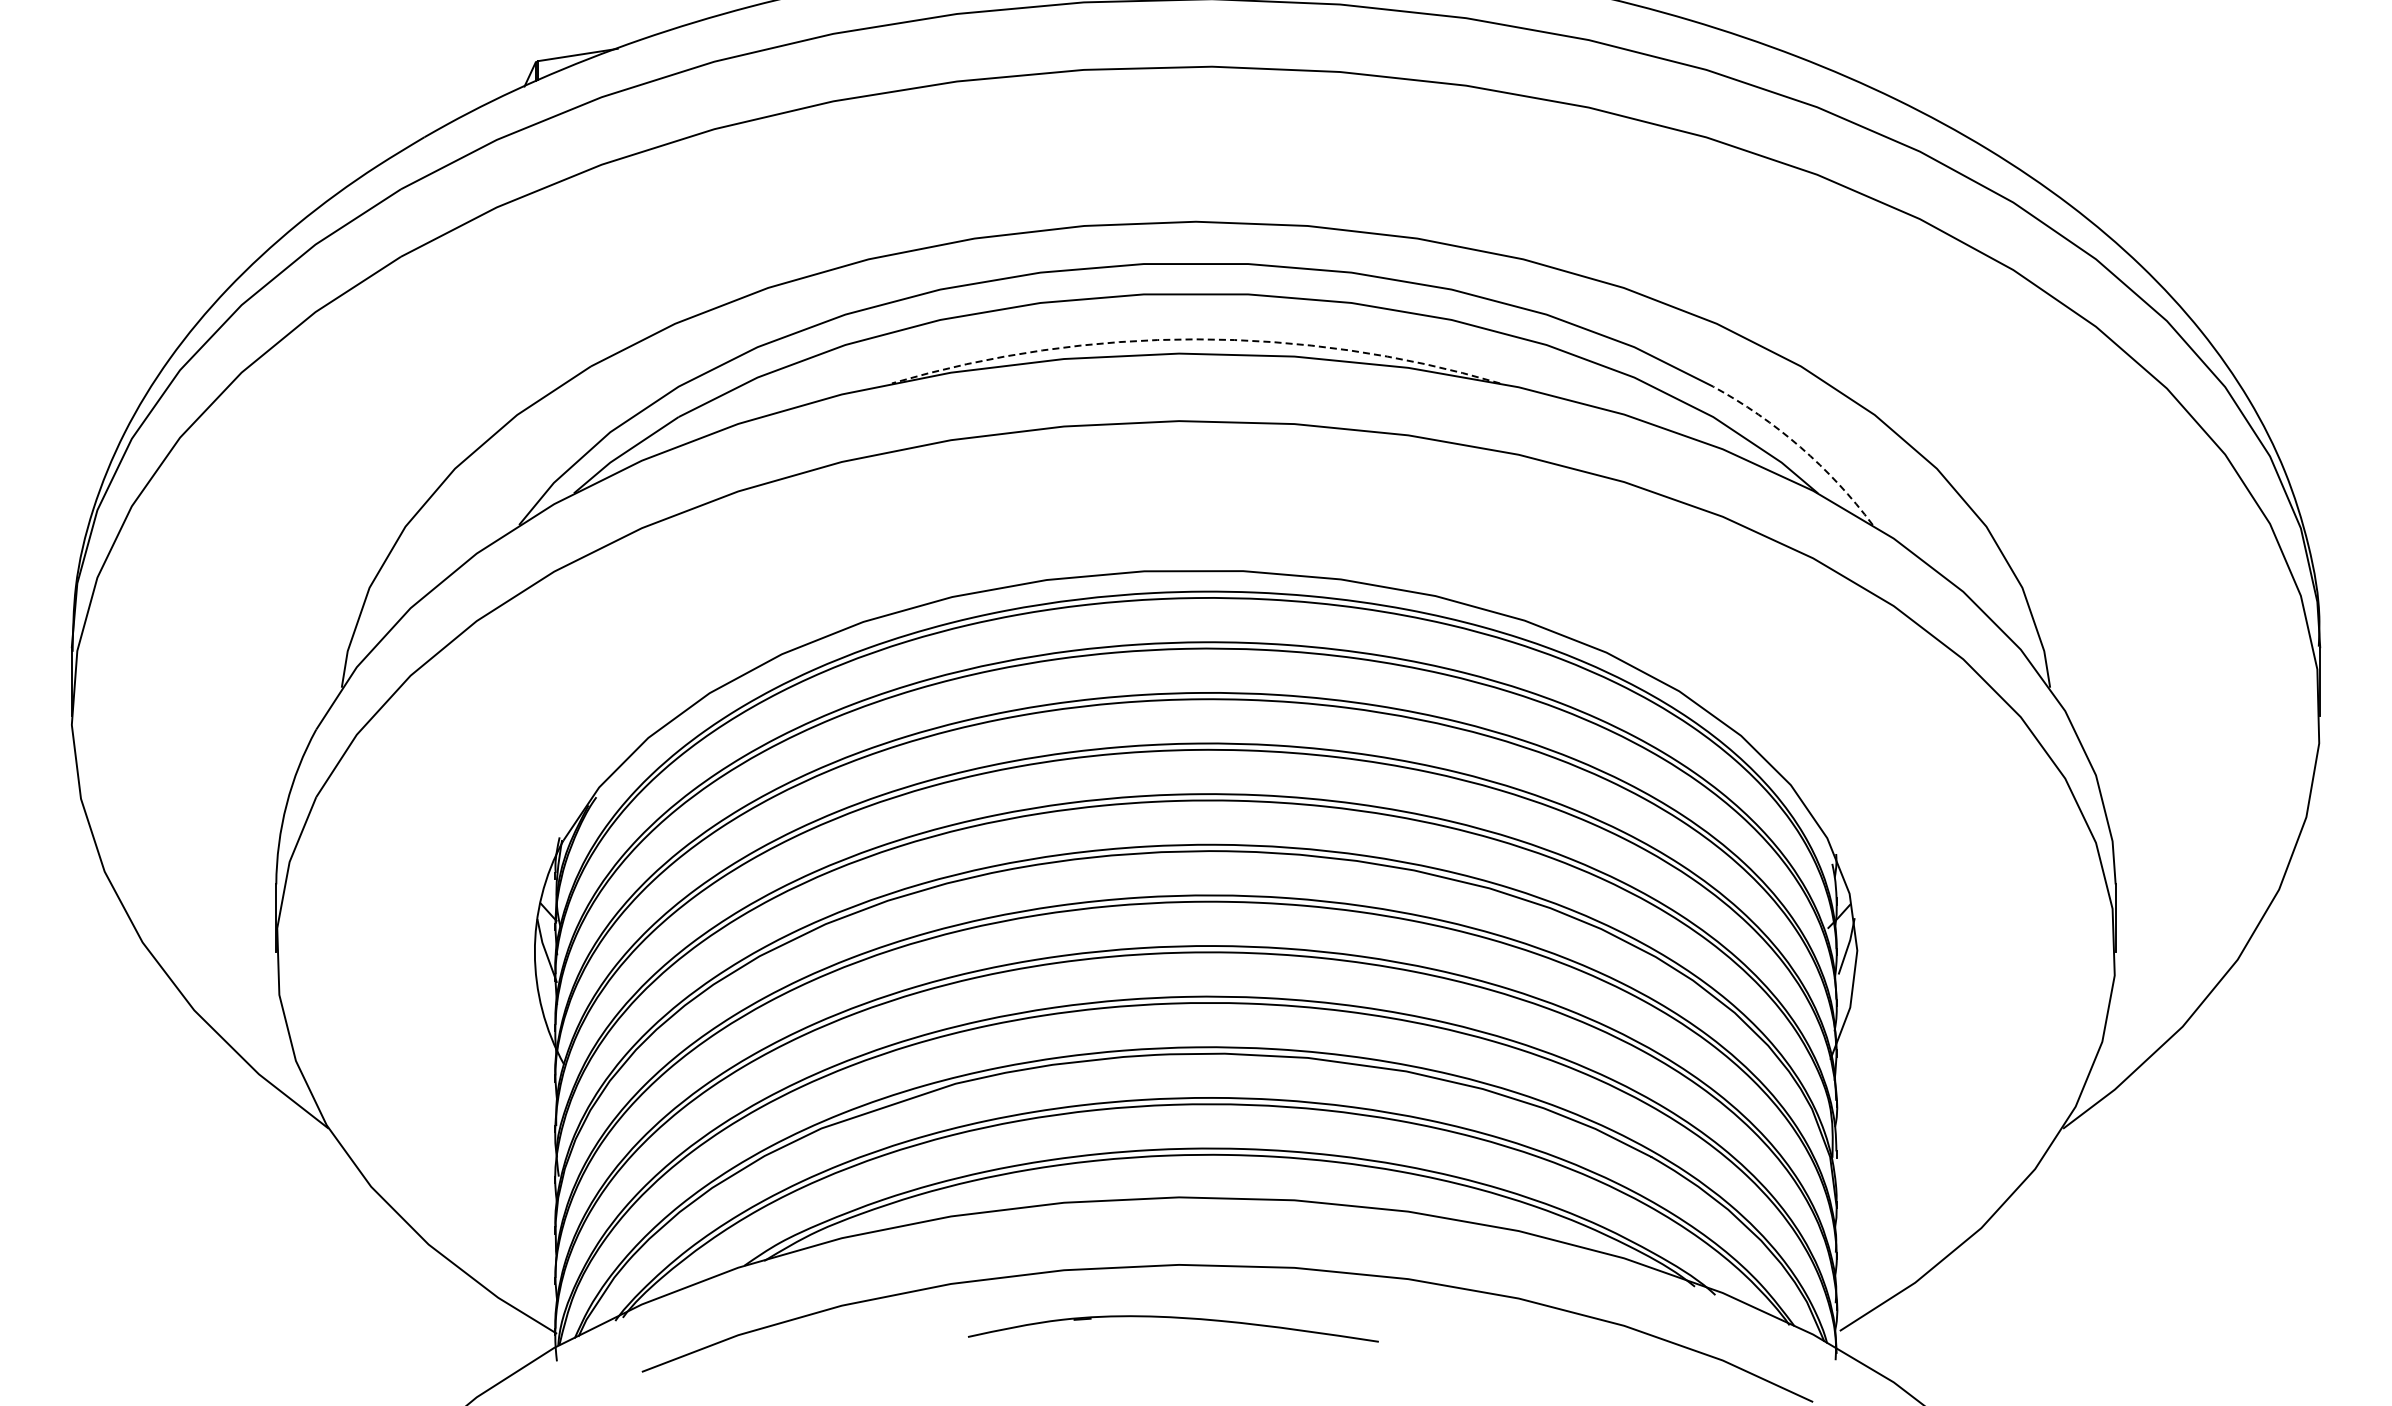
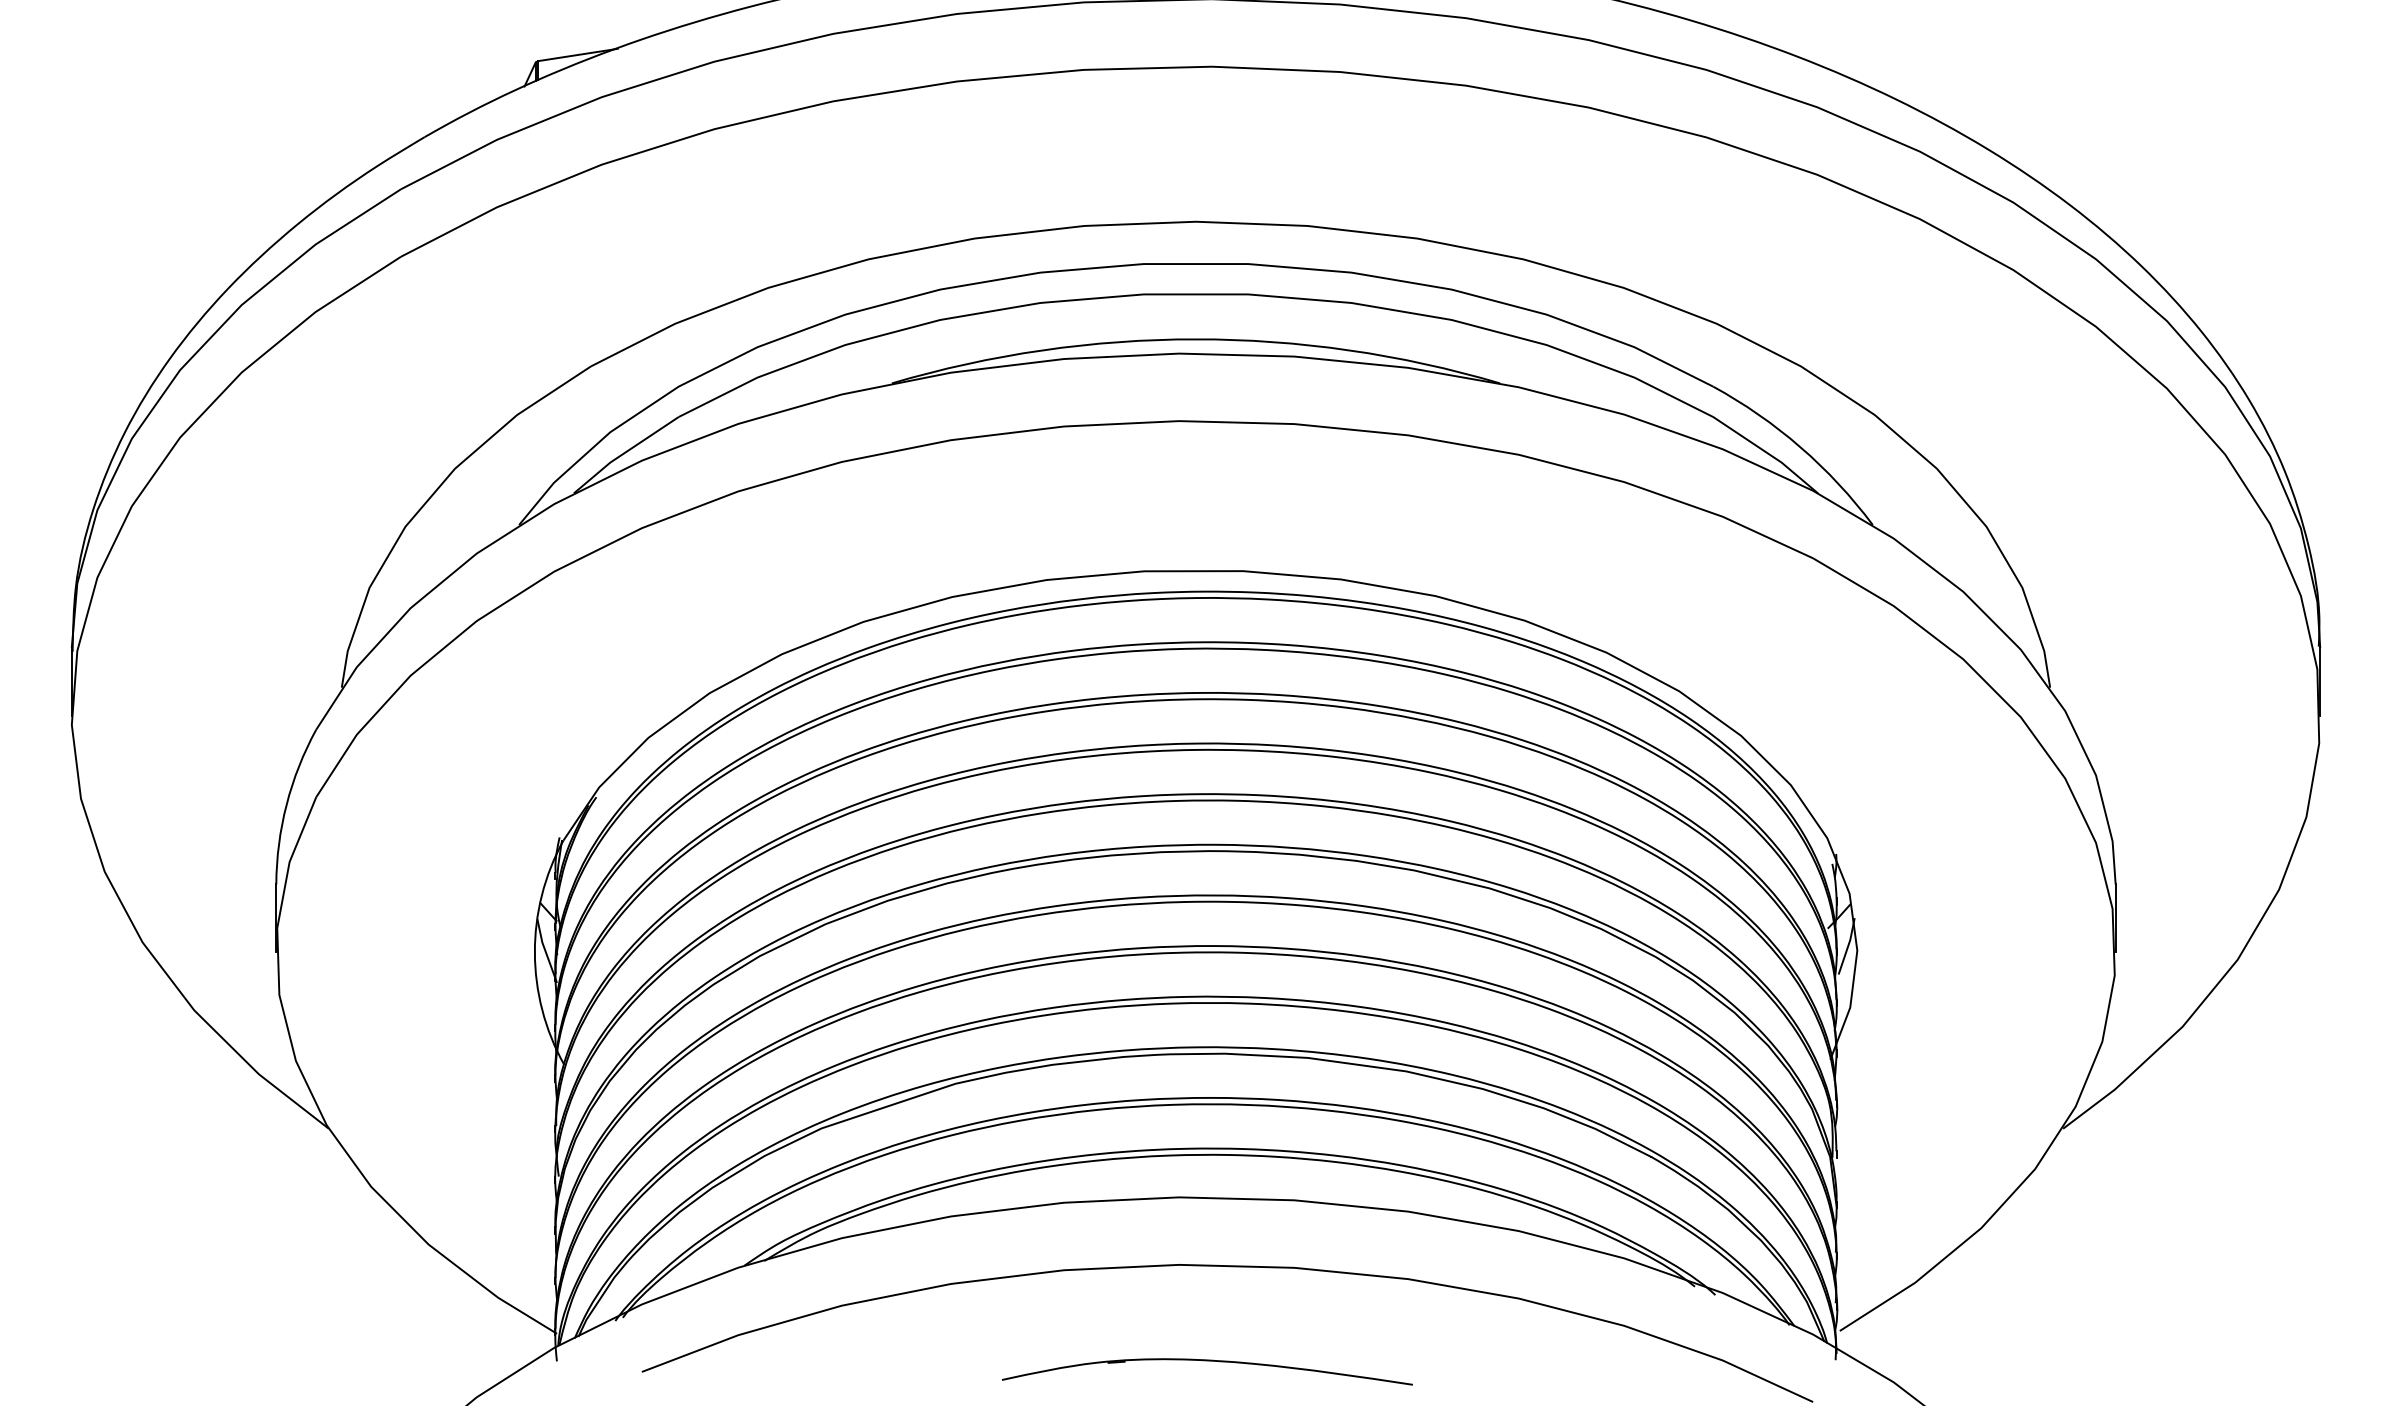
arc at (1196, 339): dashed -> solid
arc at (1800, 447): dashed -> solid
part at (1173, 1318) position: (1173, 1318) -> (1207, 1361)
